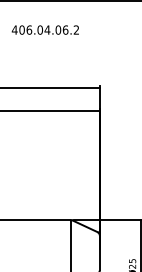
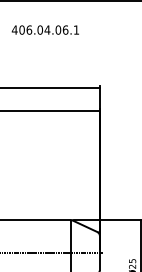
text at (75, 29): 406.04.06.2 -> 406.04.06.1
line at (52, 253): none -> present
